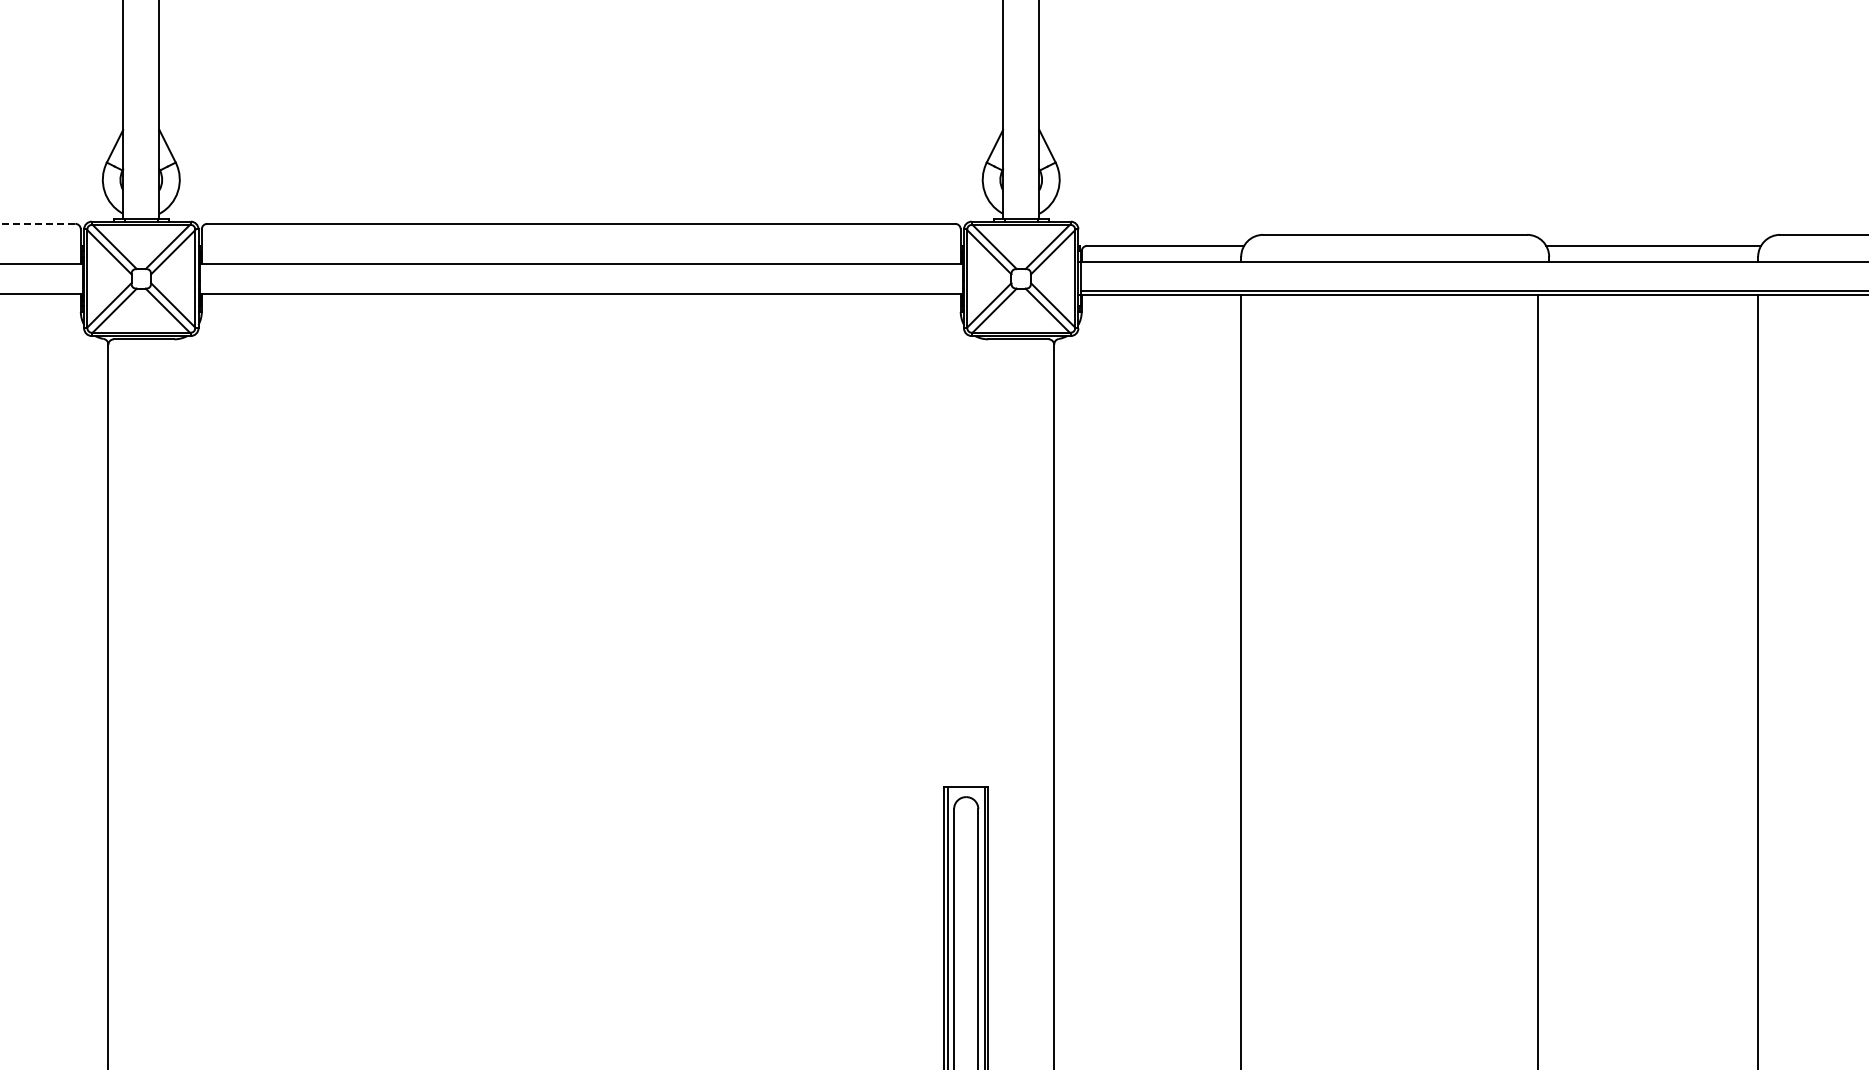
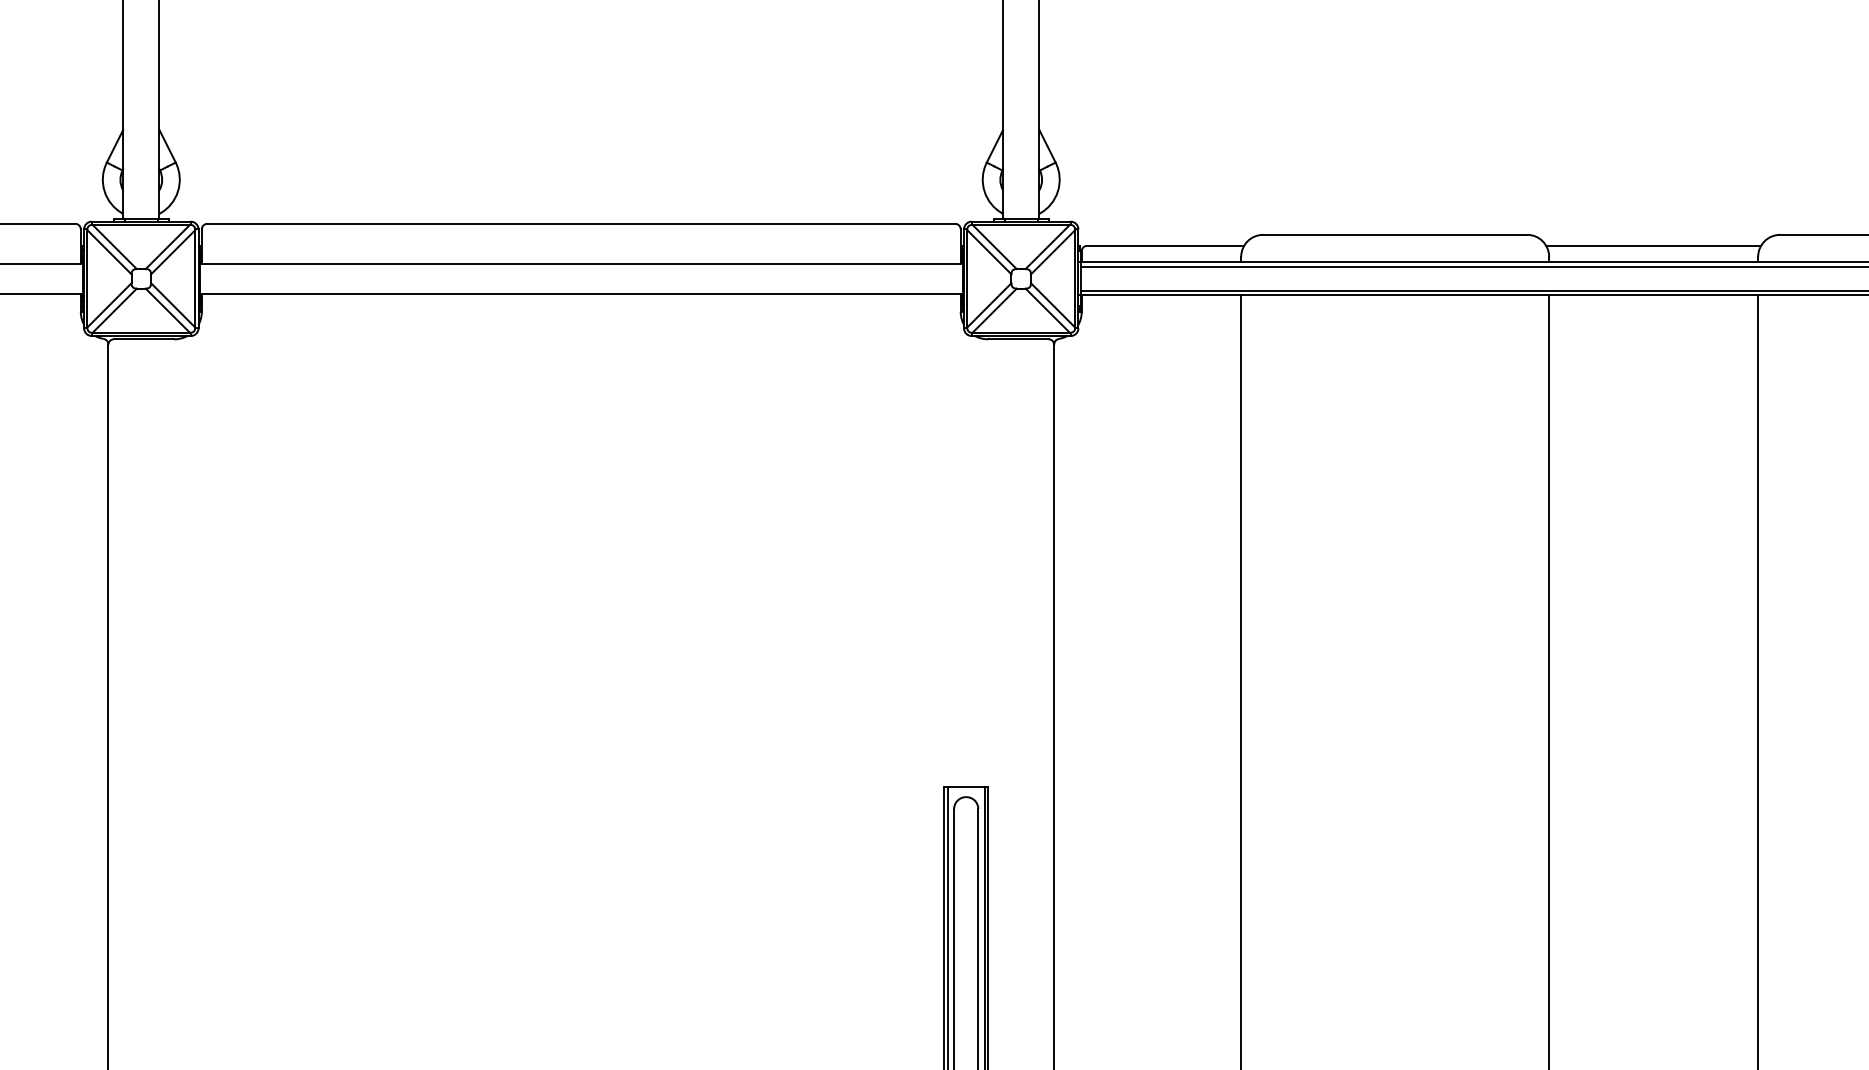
line at (37, 223): dashed -> solid
line at (1472, 266): none -> present
line at (1538, 680) position: (1538, 680) -> (1549, 680)
